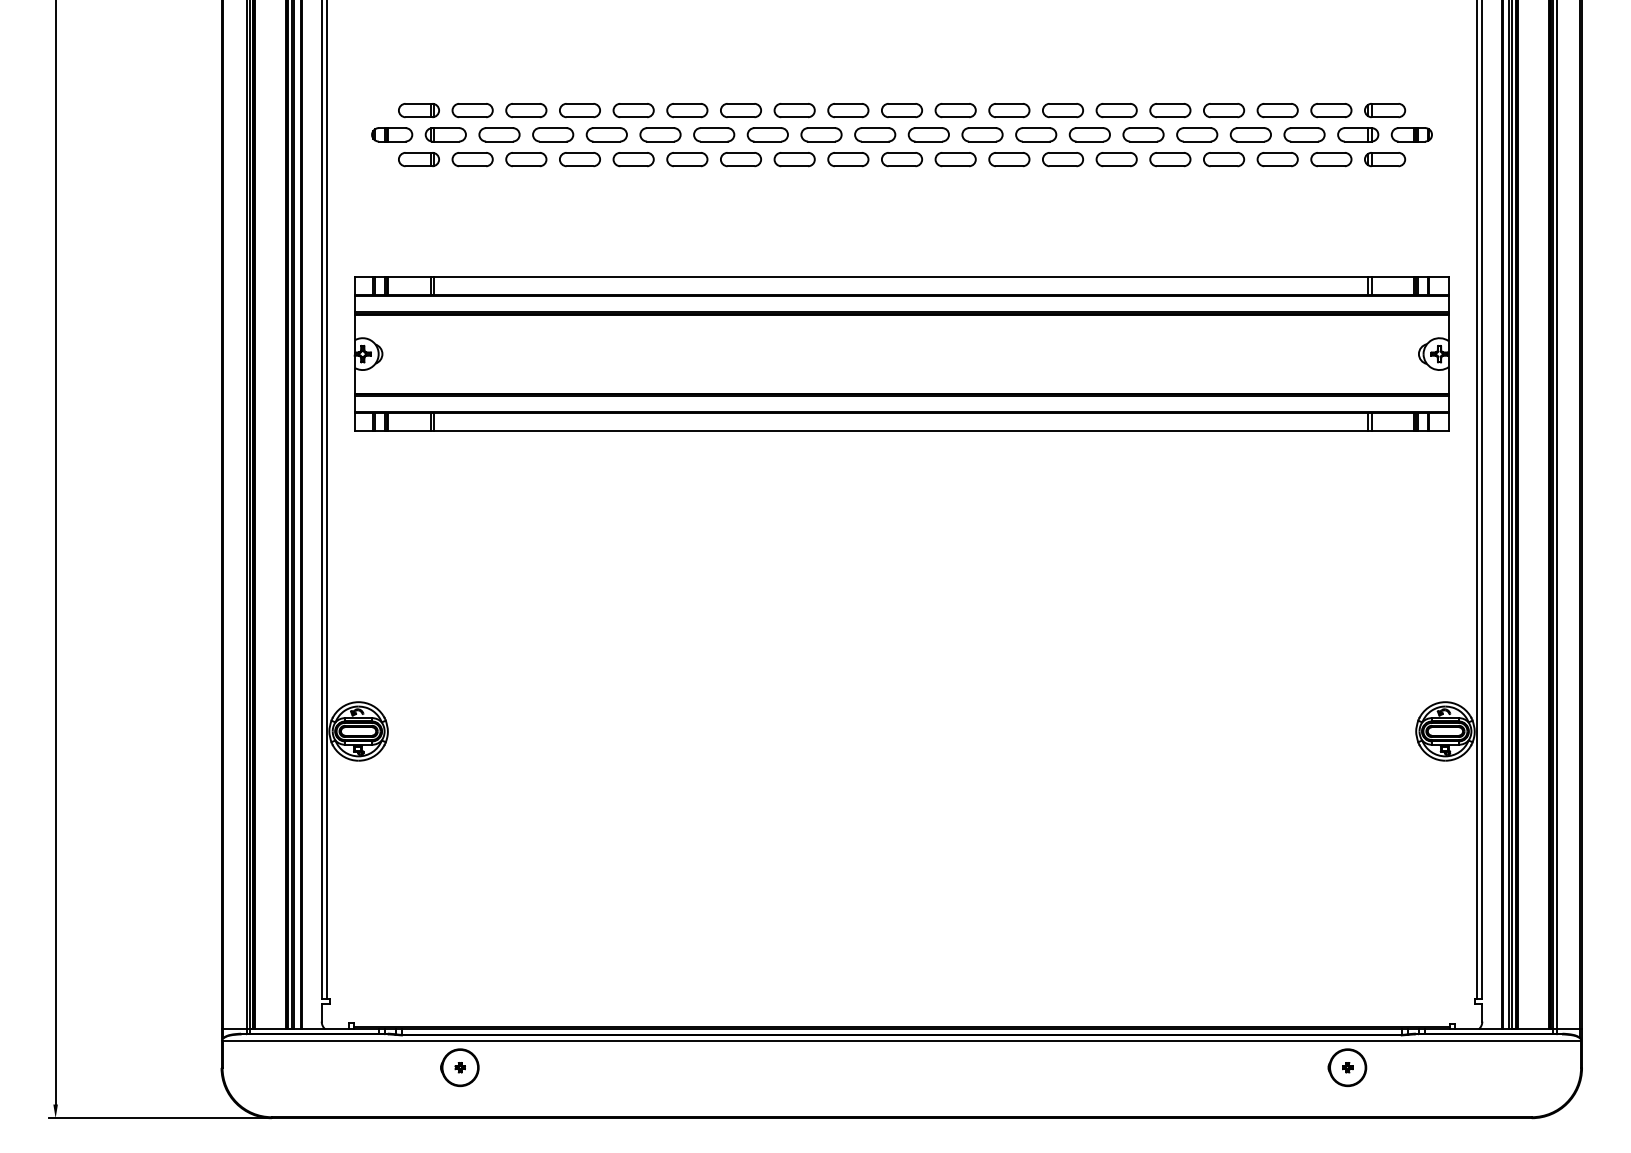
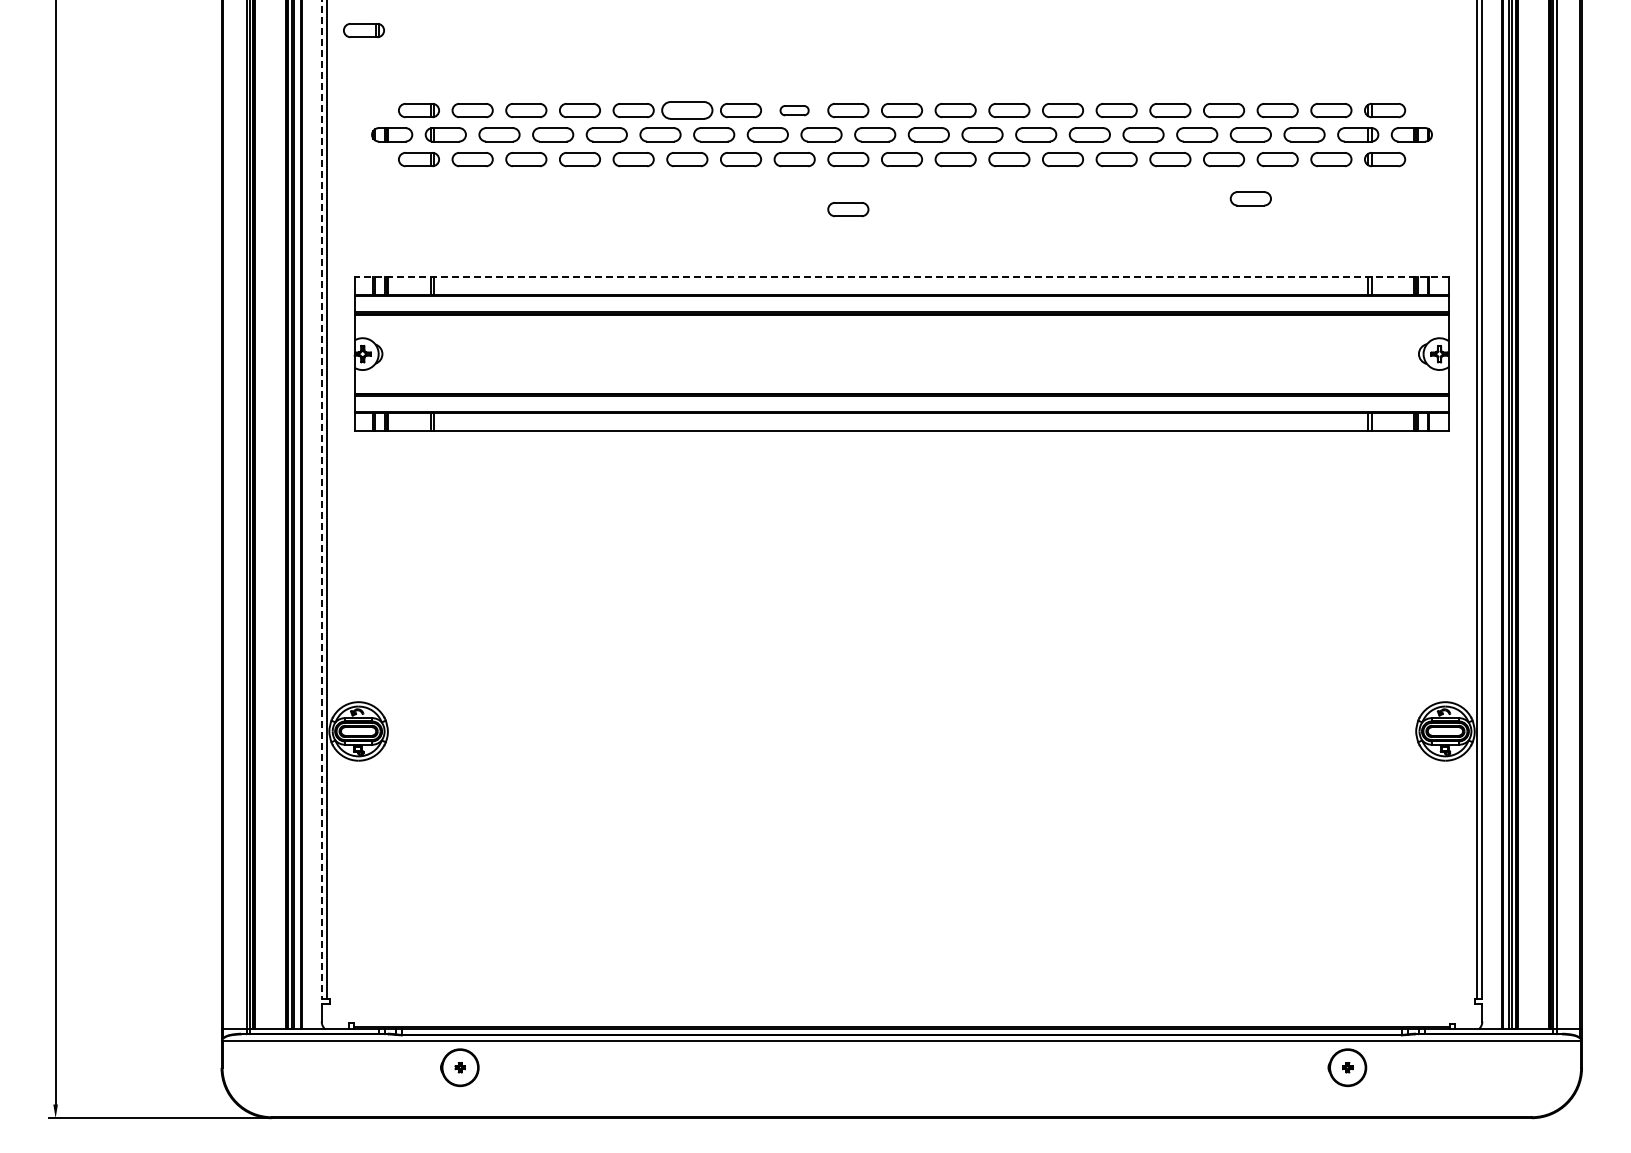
part at (363, 30): none -> present
part at (687, 110) size: 43x16 px -> 53x19 px
part at (794, 110) size: 43x16 px -> 31x12 px
part at (1250, 198): none -> present
part at (848, 209): none -> present
line at (902, 276): solid -> dashed
line at (321, 500): solid -> dashed
